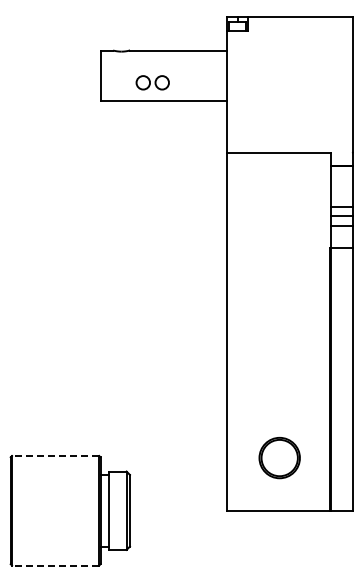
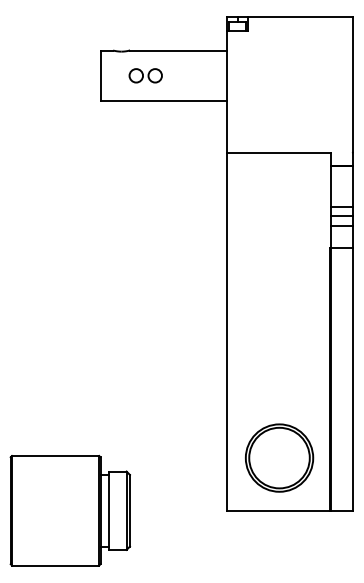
part at (152, 82) position: (152, 82) -> (145, 75)
line at (55, 455): dashed -> solid
part at (279, 458) size: 43x43 px -> 70x70 px
line at (55, 565): dashed -> solid
